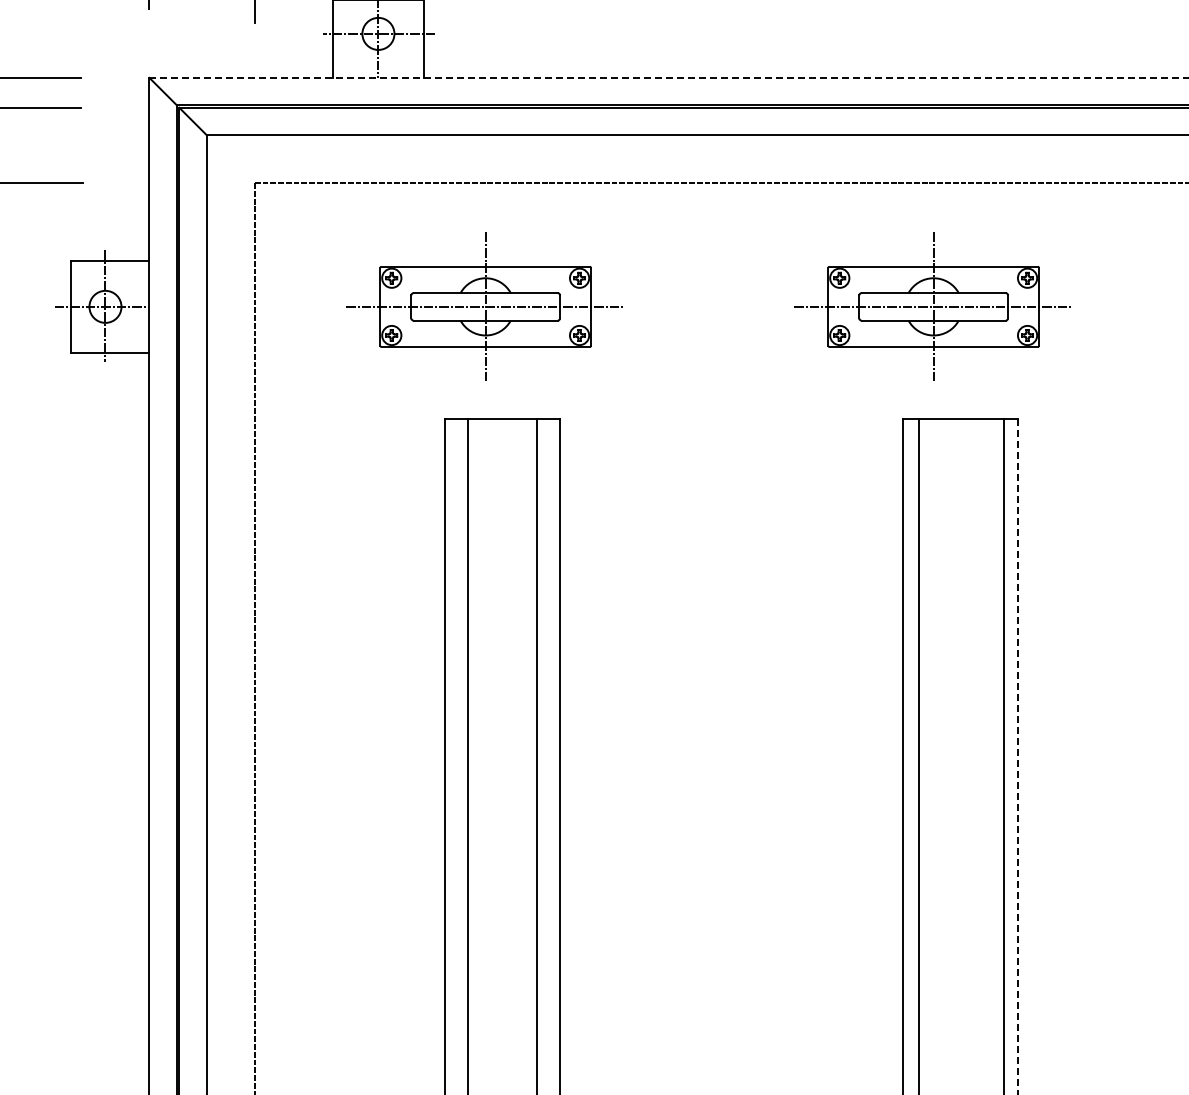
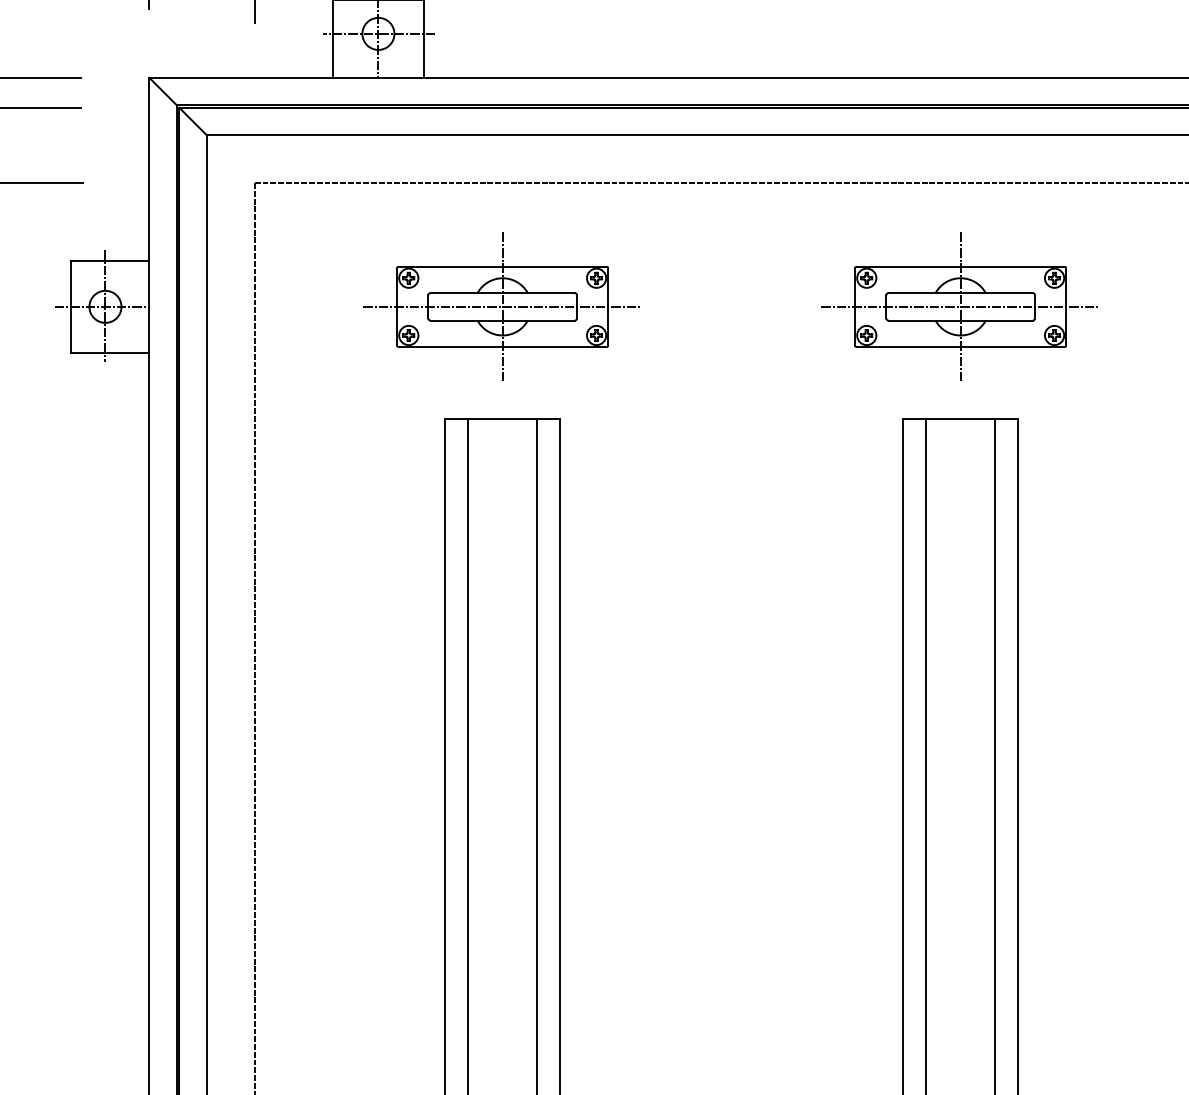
line at (669, 77): dashed -> solid
part at (484, 306) position: (484, 306) -> (501, 306)
part at (932, 306) position: (932, 306) -> (959, 306)
line at (919, 755) position: (919, 755) -> (926, 755)
line at (1003, 755) position: (1003, 755) -> (994, 755)
line at (1017, 756): dashed -> solid
